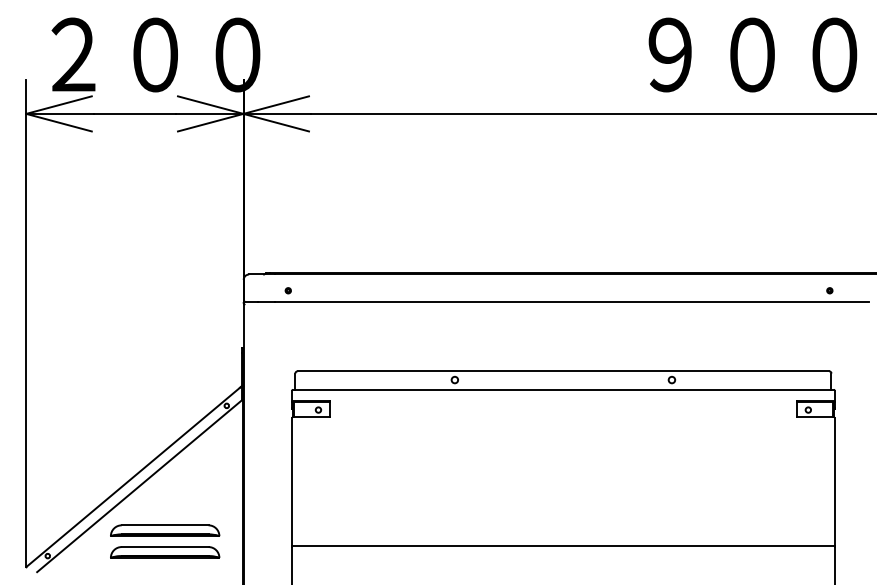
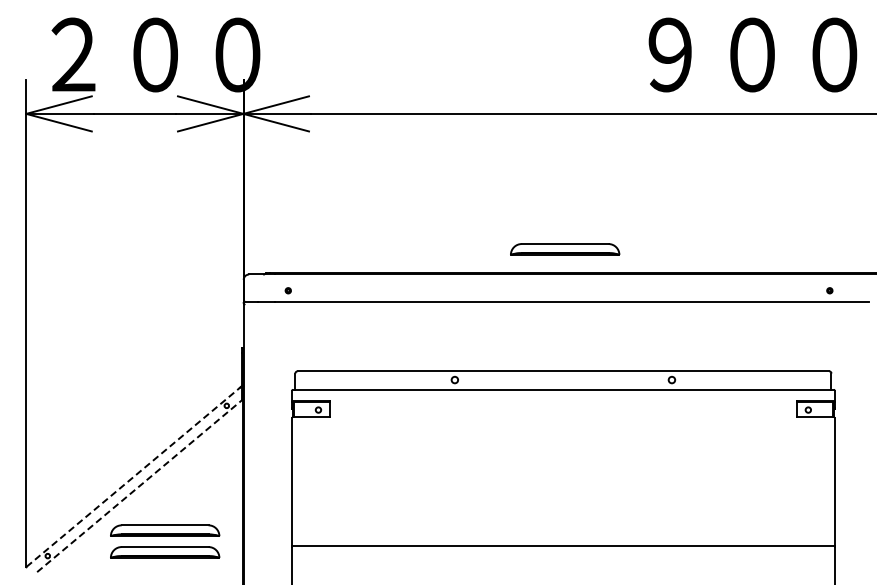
part at (565, 249): none -> present
line at (134, 476): solid -> dashed
line at (140, 485): solid -> dashed
